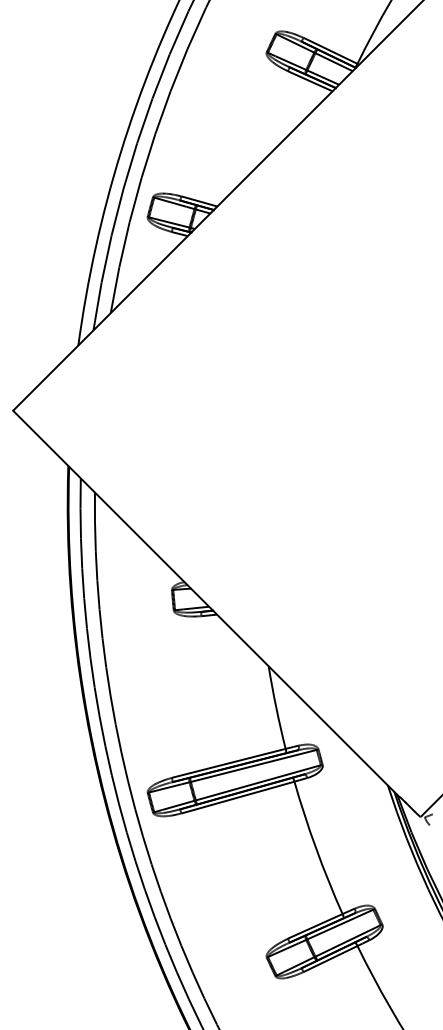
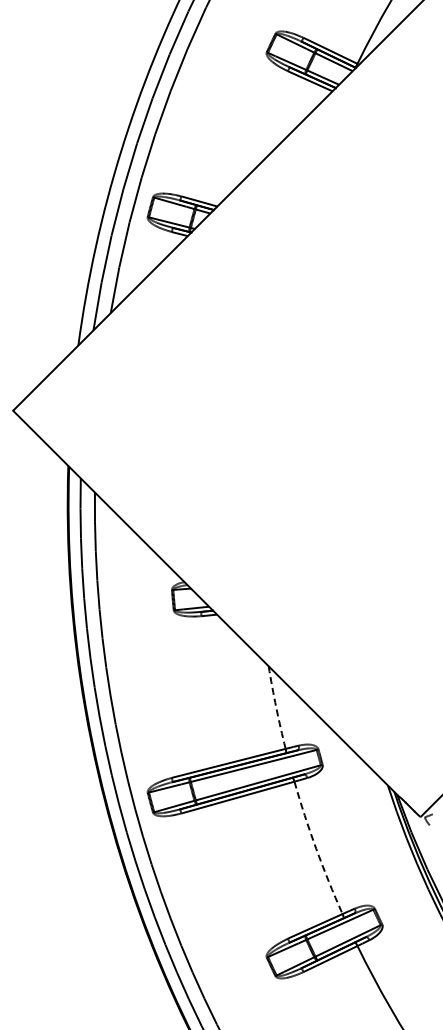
arc at (276, 707): solid -> dashed
arc at (316, 848): solid -> dashed
